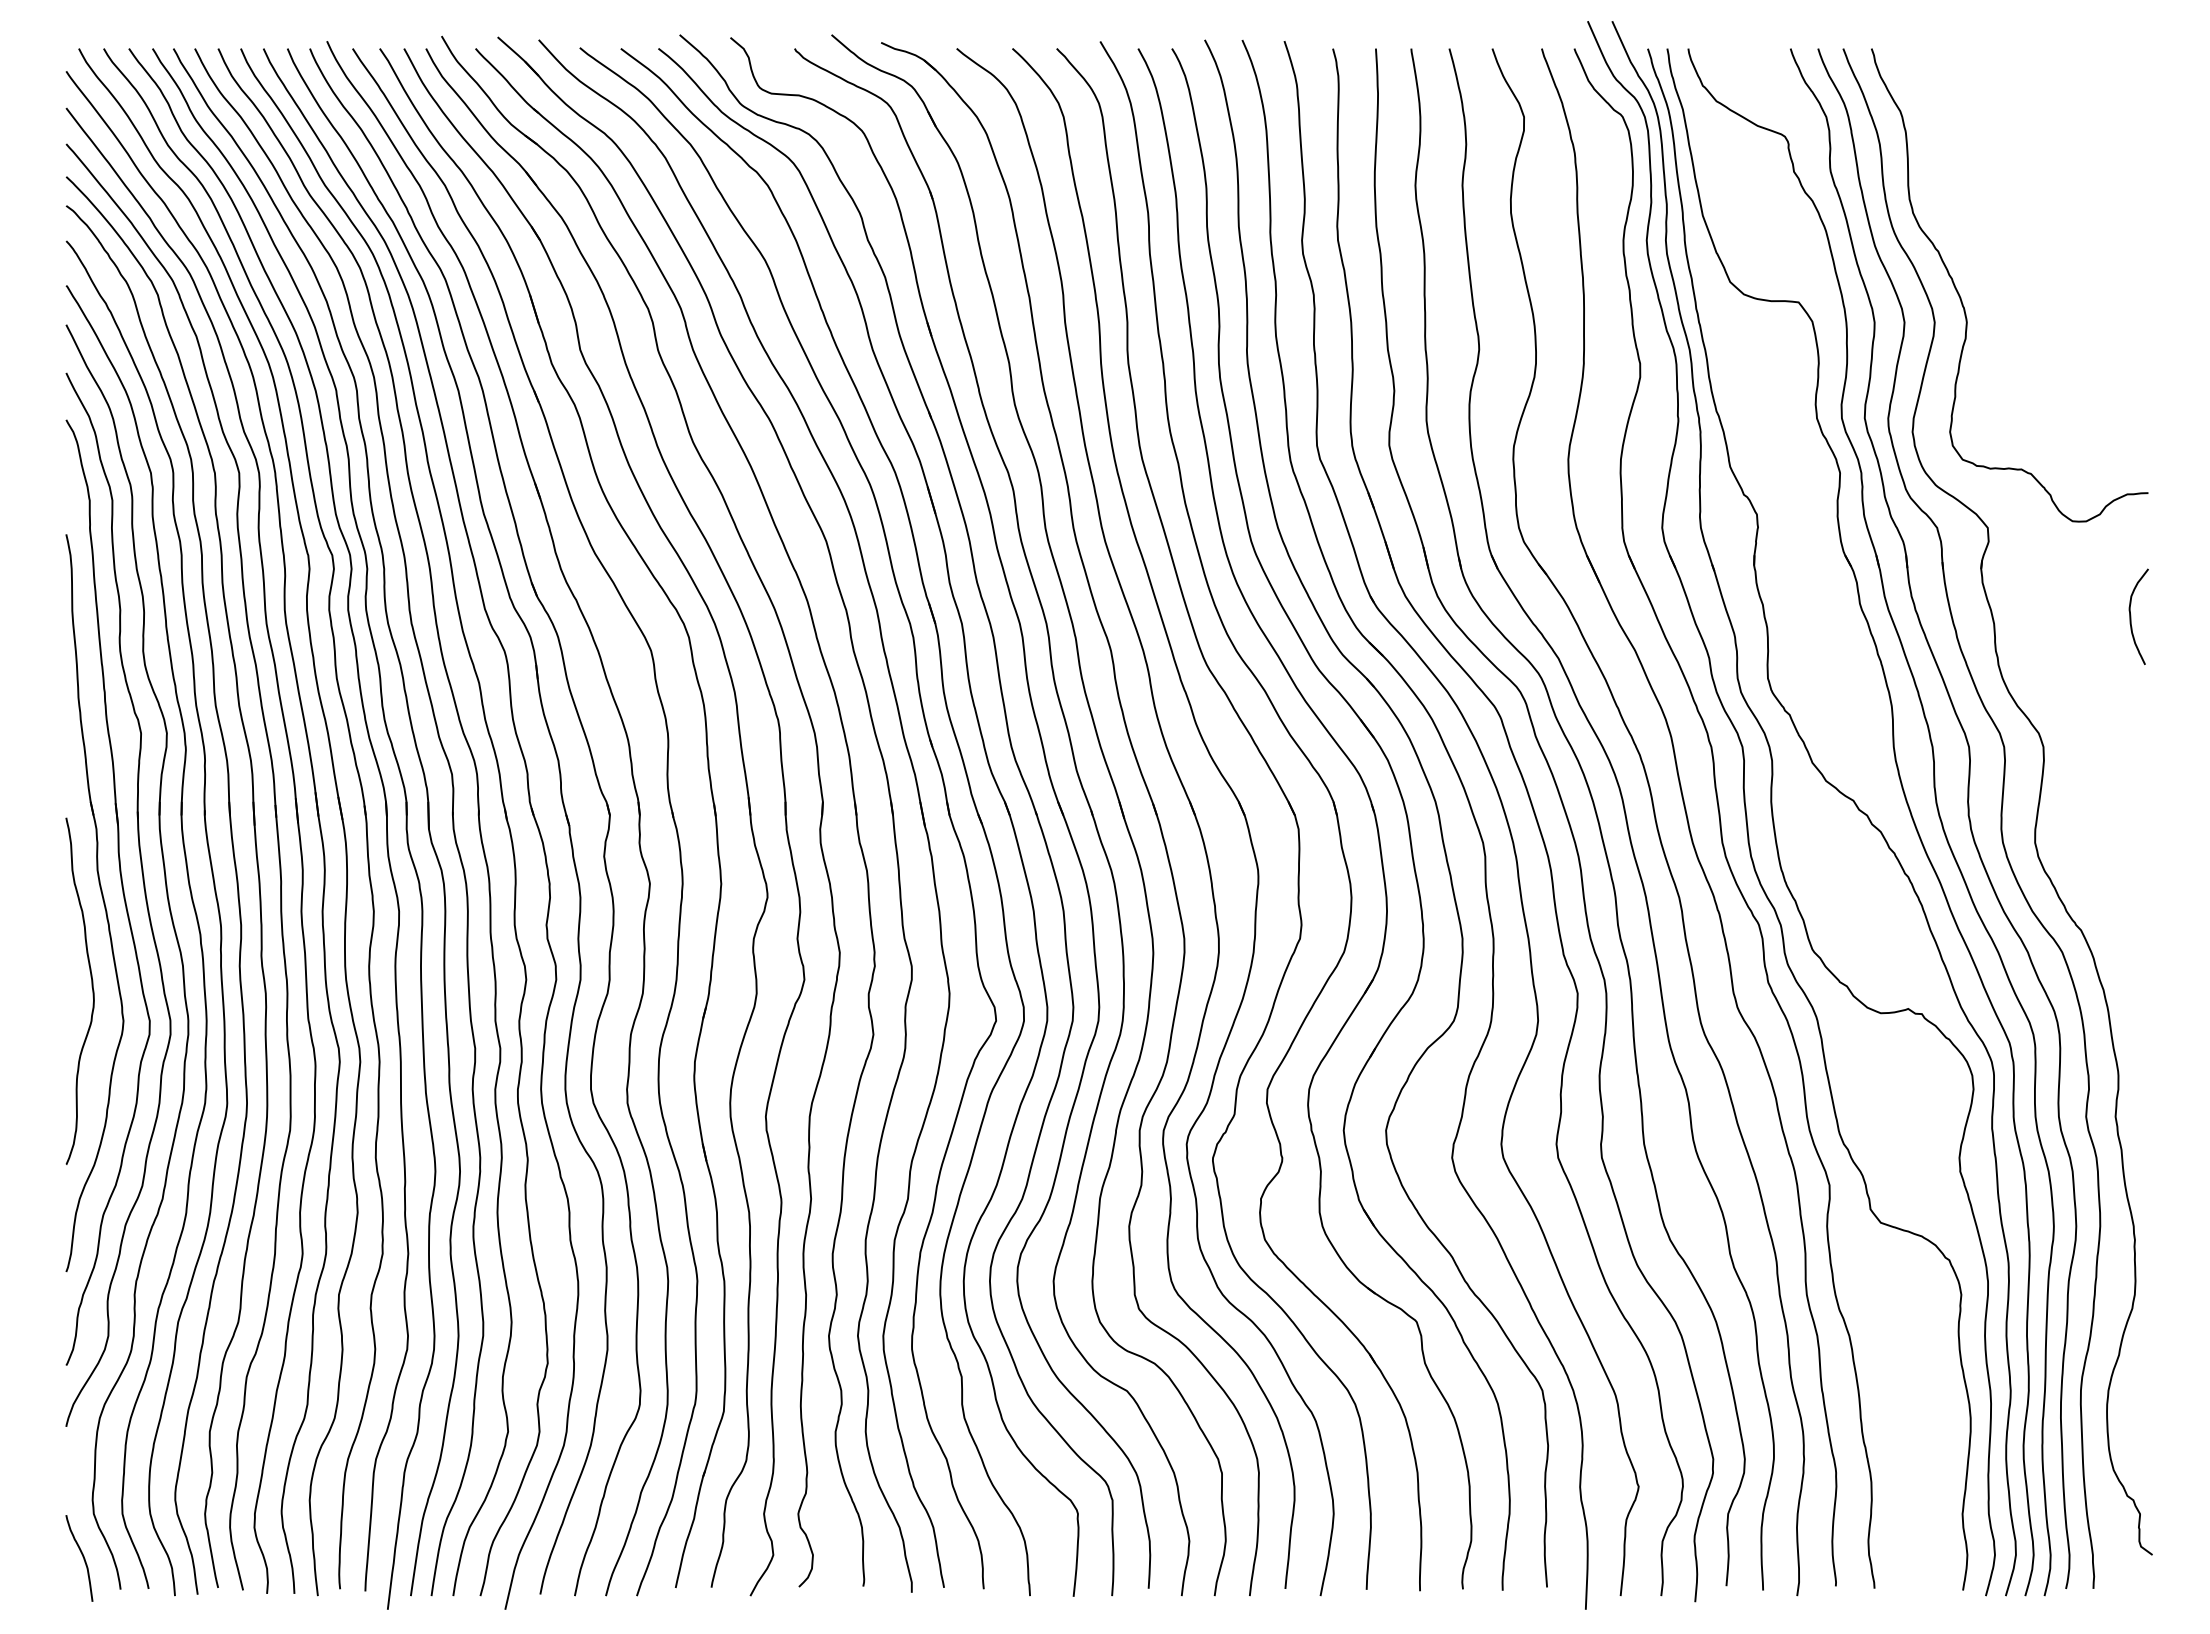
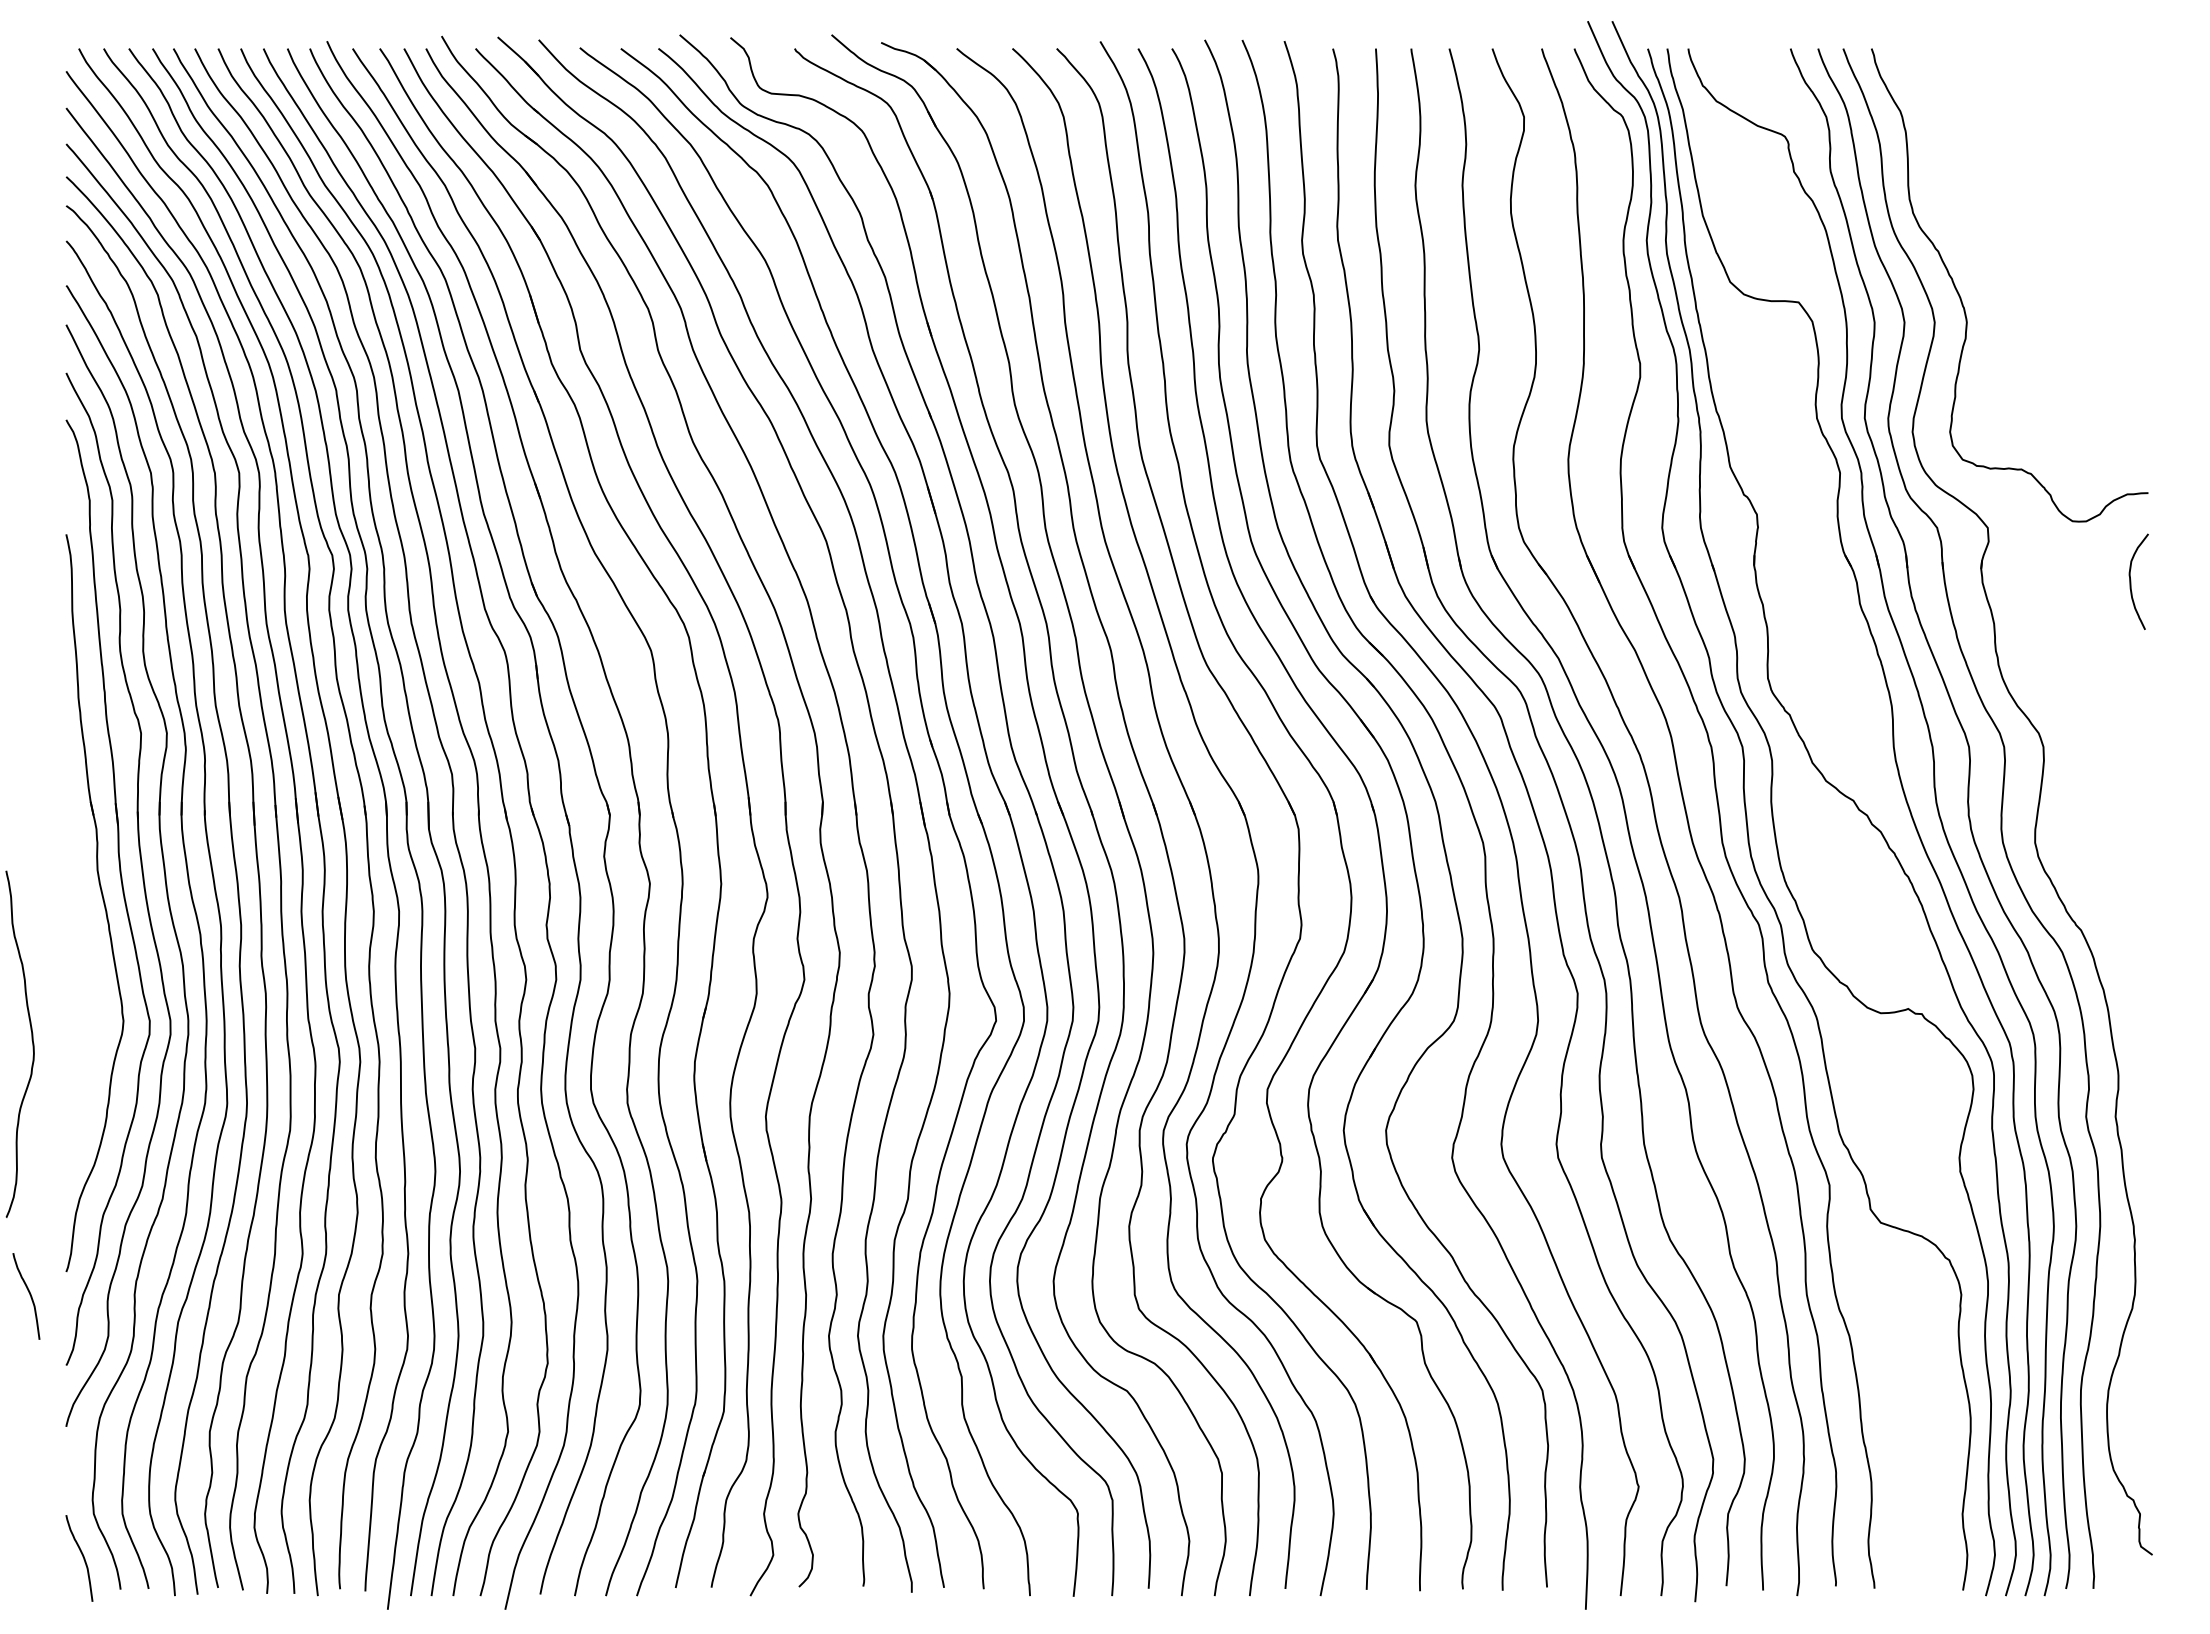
curve at (2131, 616) position: (2131, 616) -> (2131, 581)
curve at (91, 987) position: (91, 987) -> (31, 1040)
curve at (29, 1295): none -> present
